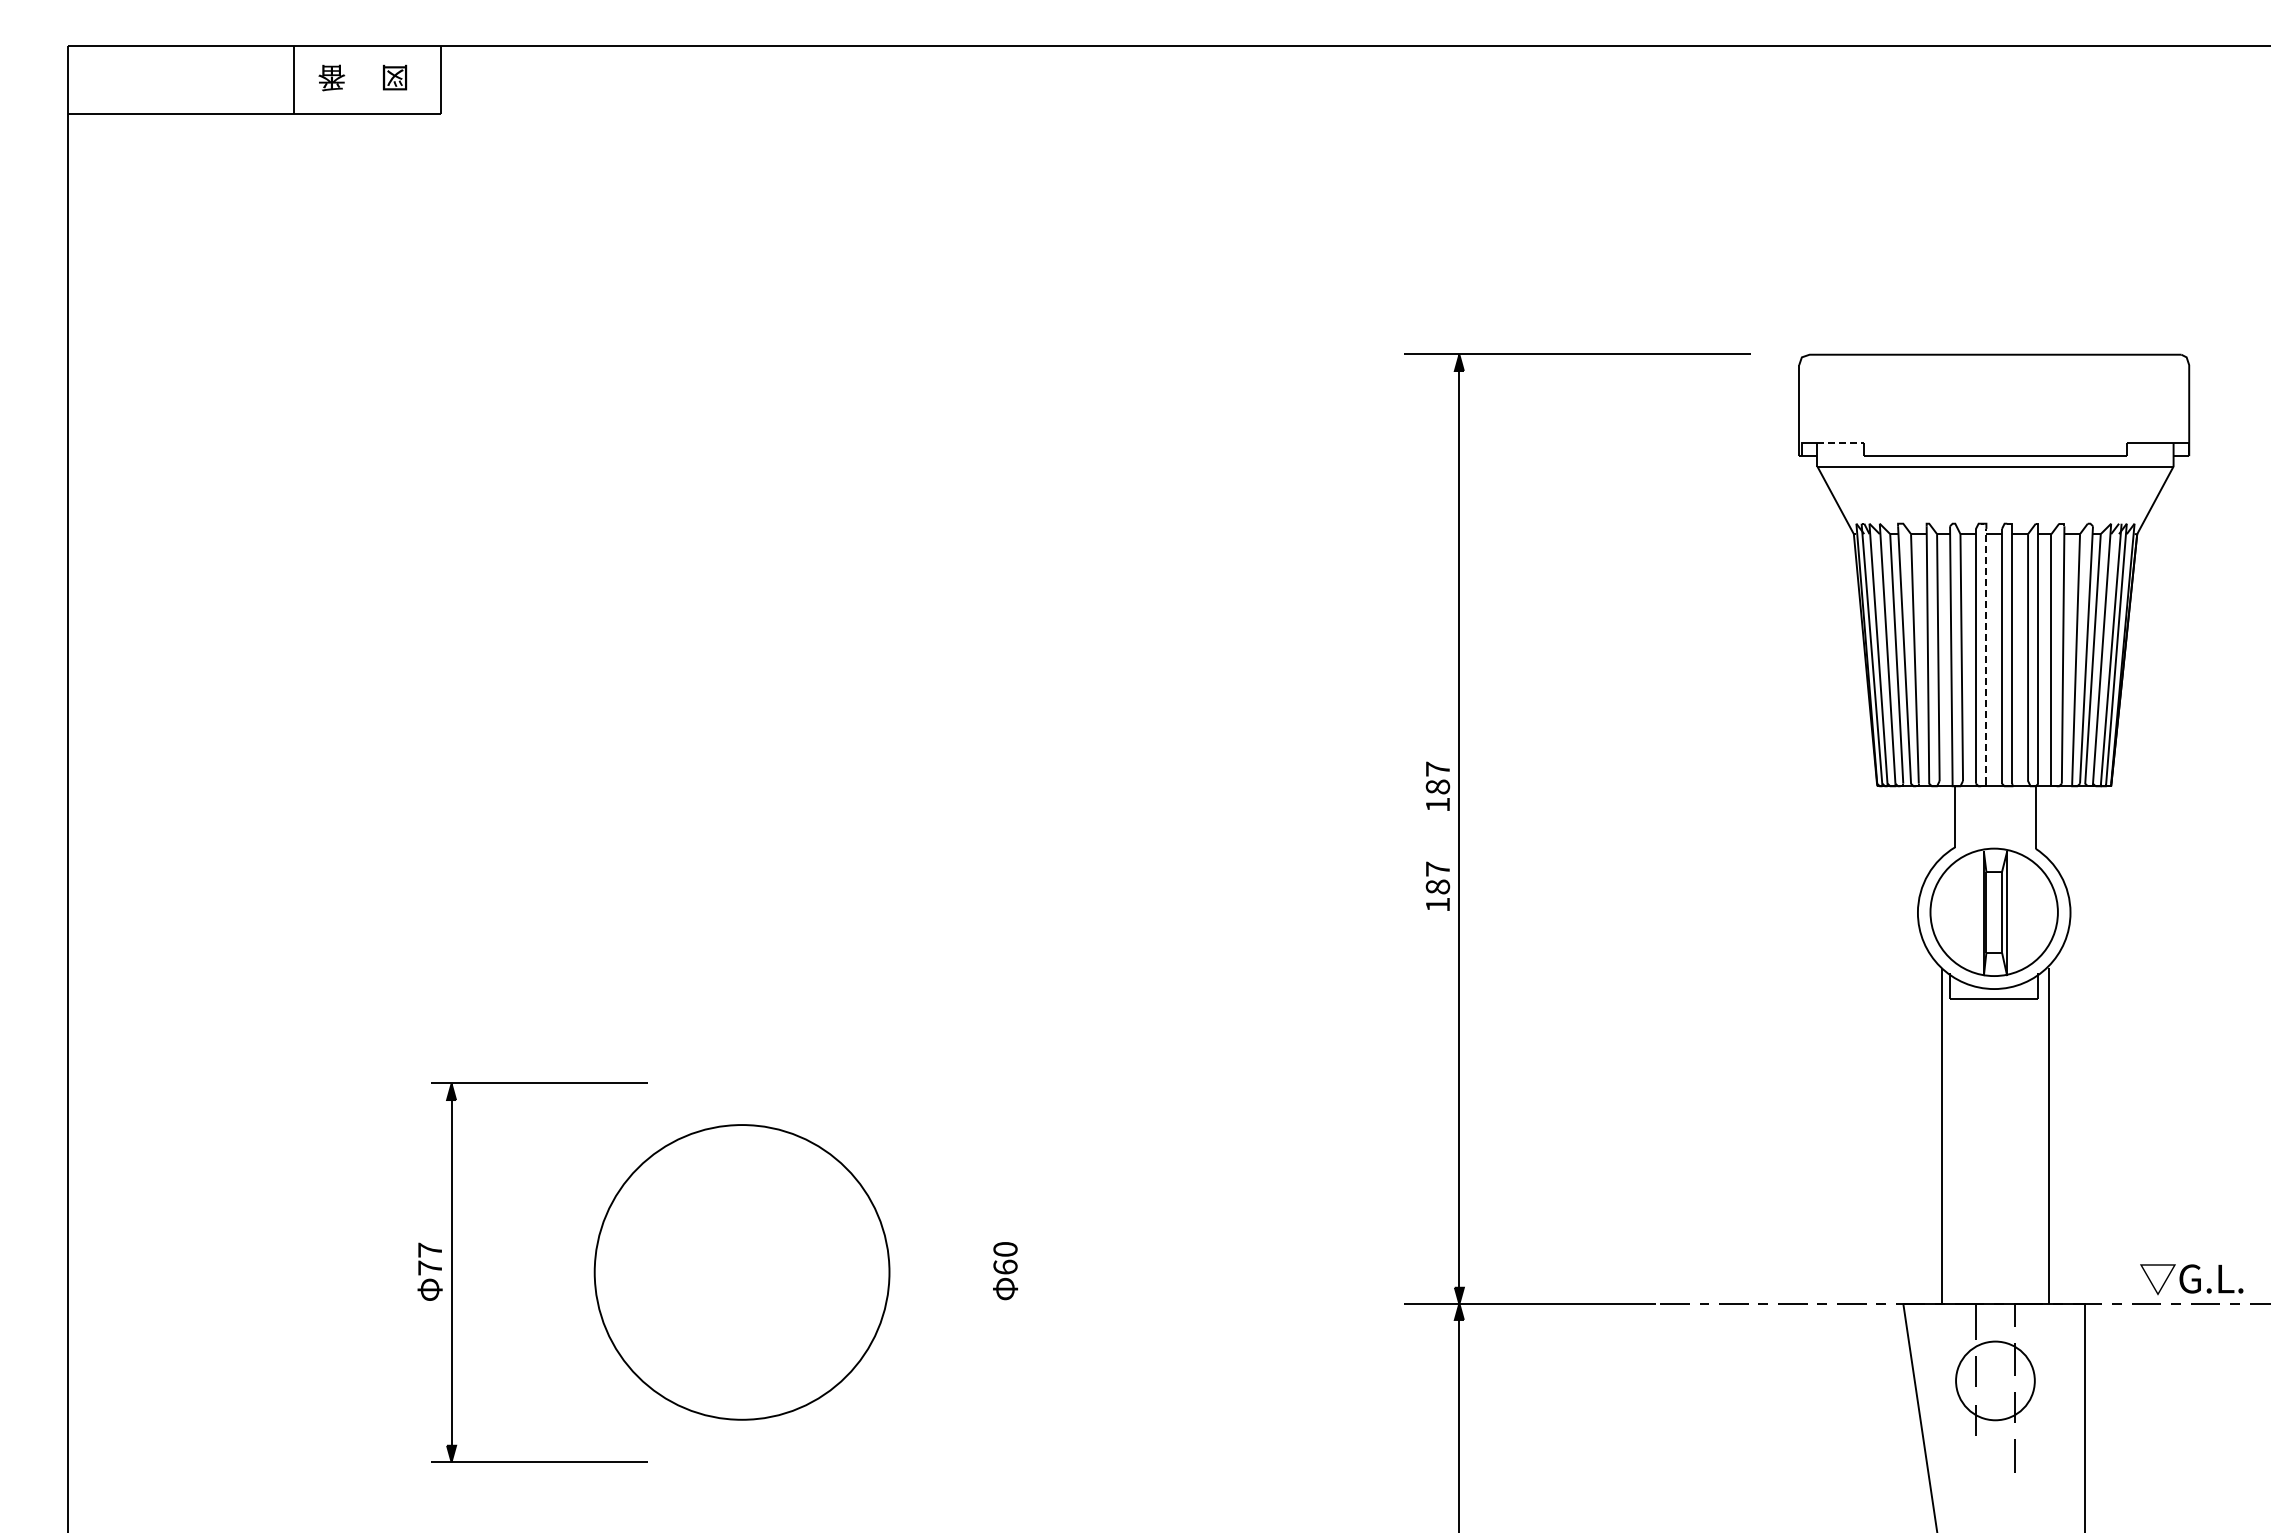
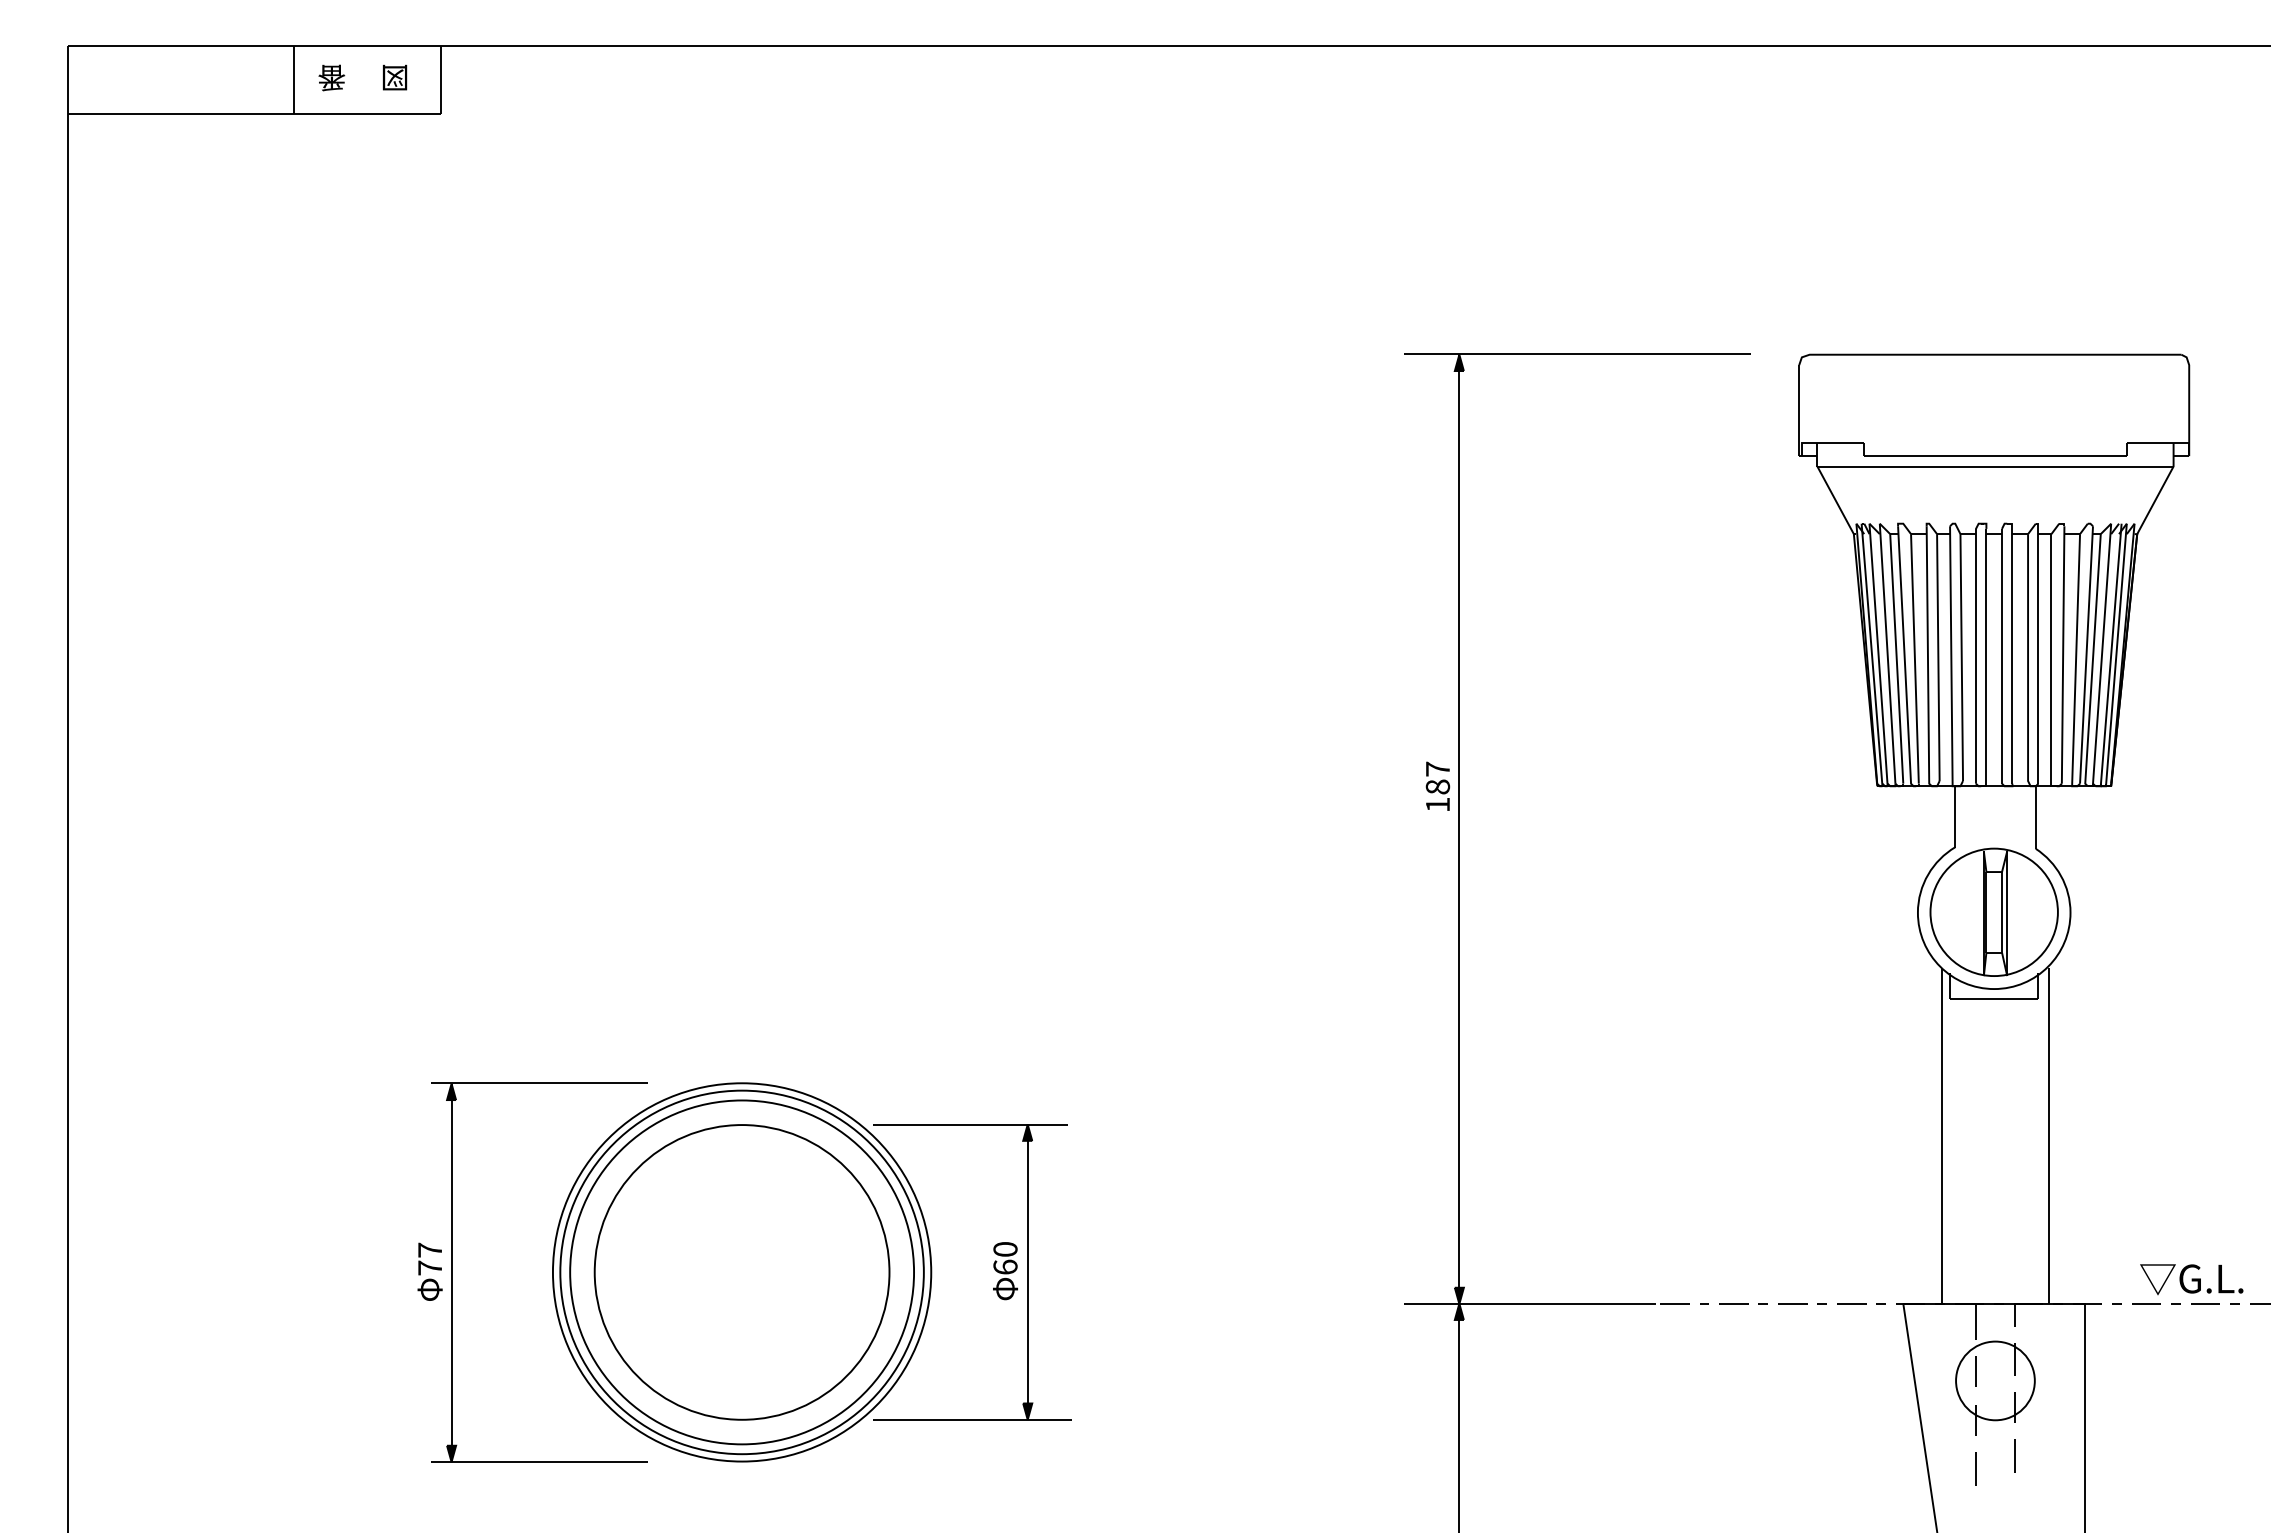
line at (1841, 443): dashed -> solid
line at (1986, 655): dashed -> solid
part at (1437, 885): present -> none
part at (811, 1272): none -> present
line at (1975, 1468): none -> present
